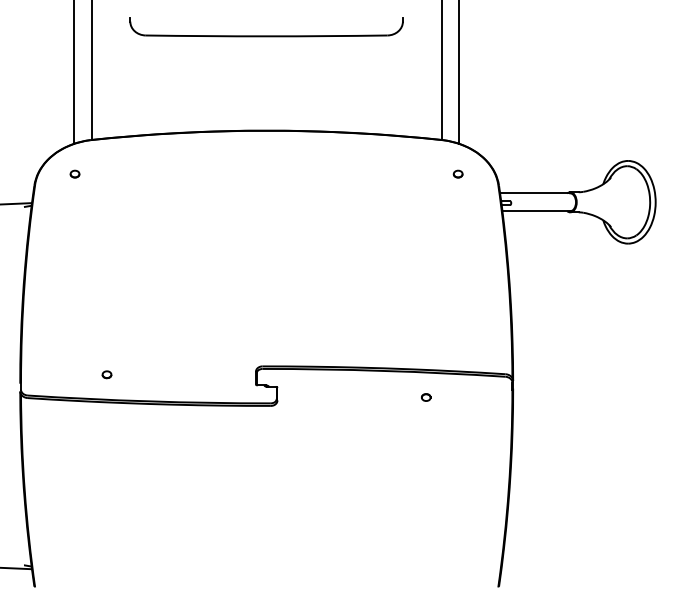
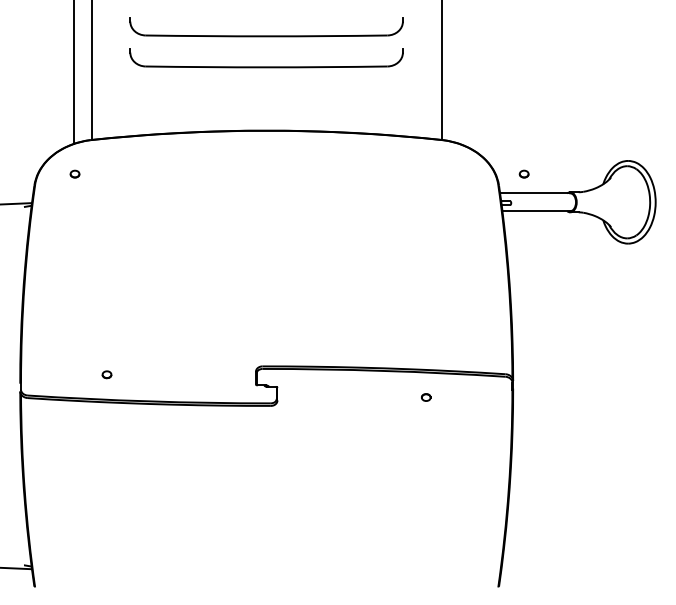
part at (266, 66): none -> present
line at (459, 72): present -> none
part at (457, 173) position: (457, 173) -> (523, 173)
